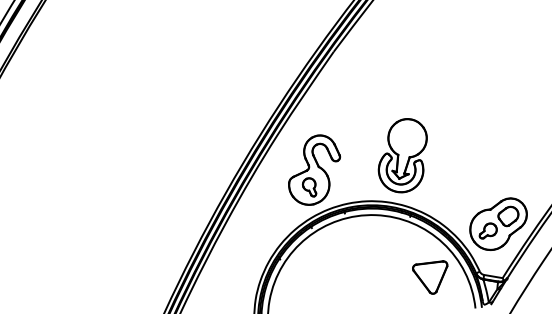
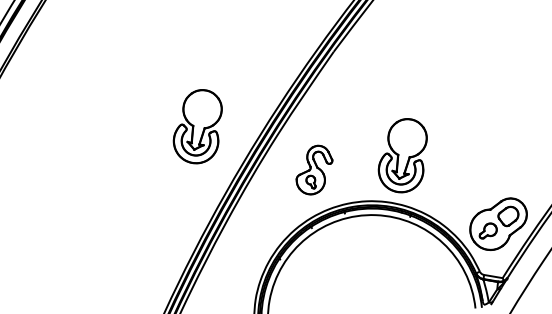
part at (197, 126): none -> present
part at (314, 169) size: 53x72 px -> 39x52 px
part at (430, 277): present -> none
